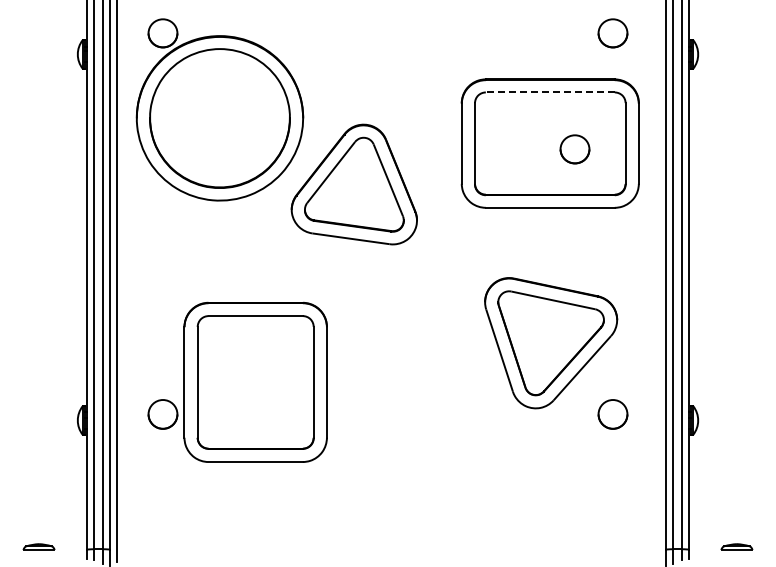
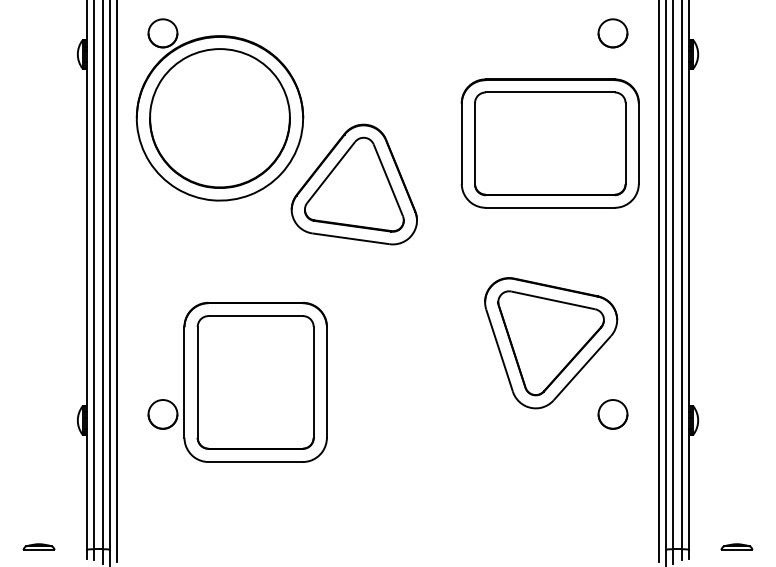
line at (549, 92): dashed -> solid
part at (574, 149): present -> none
line at (658, 281): none -> present
